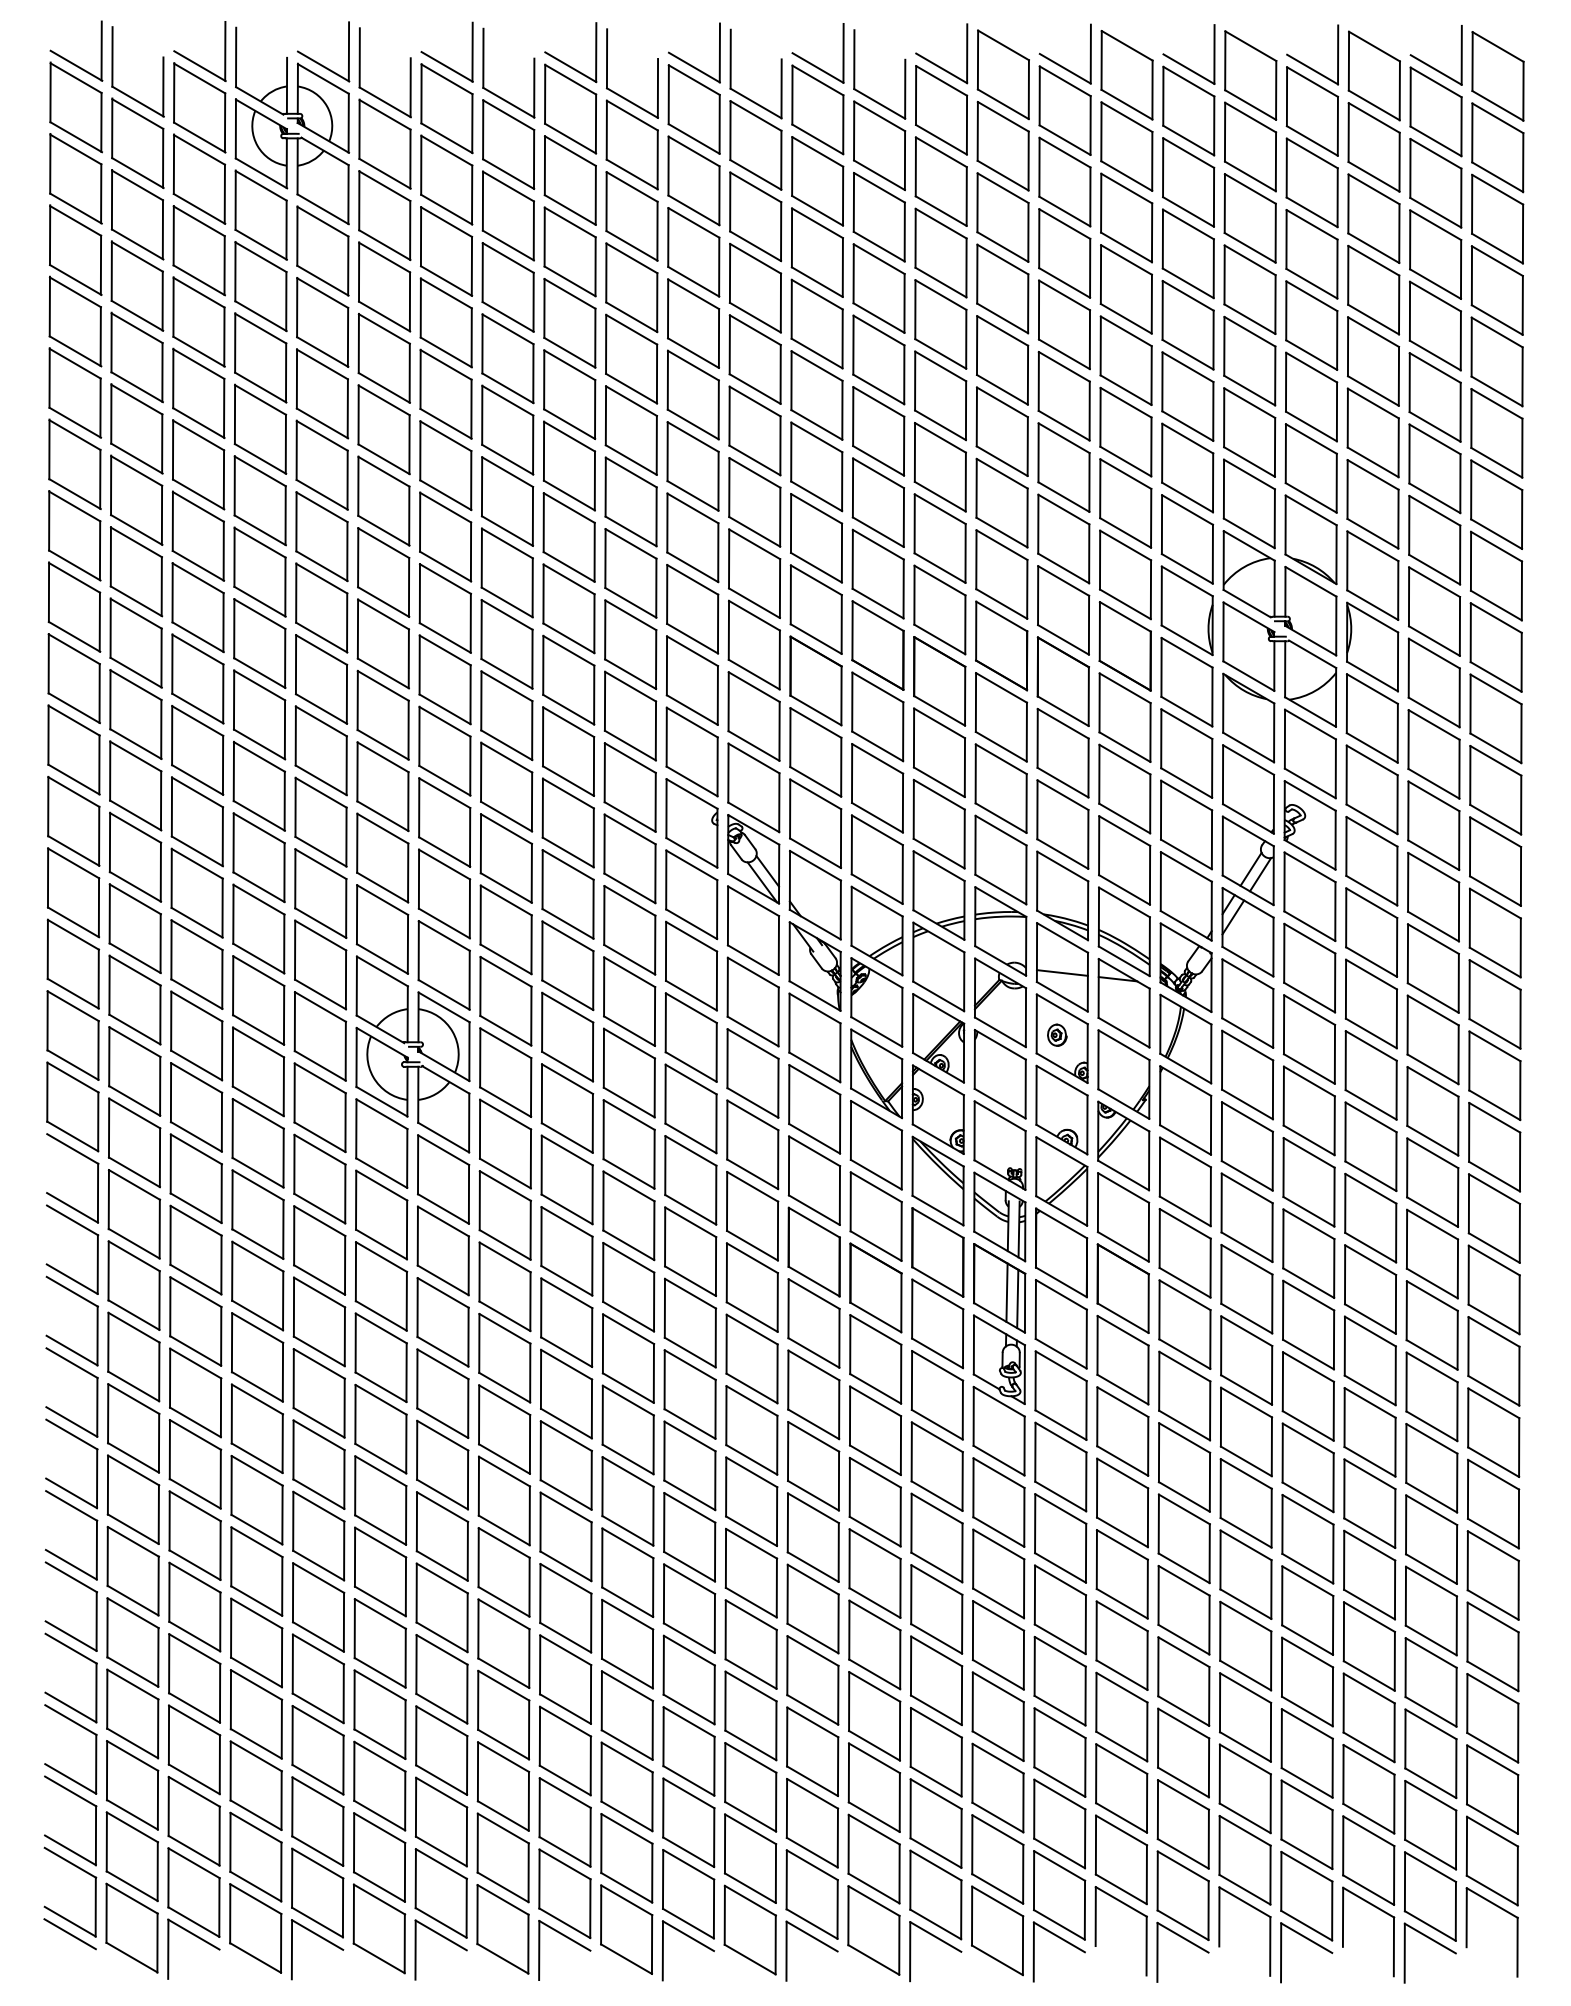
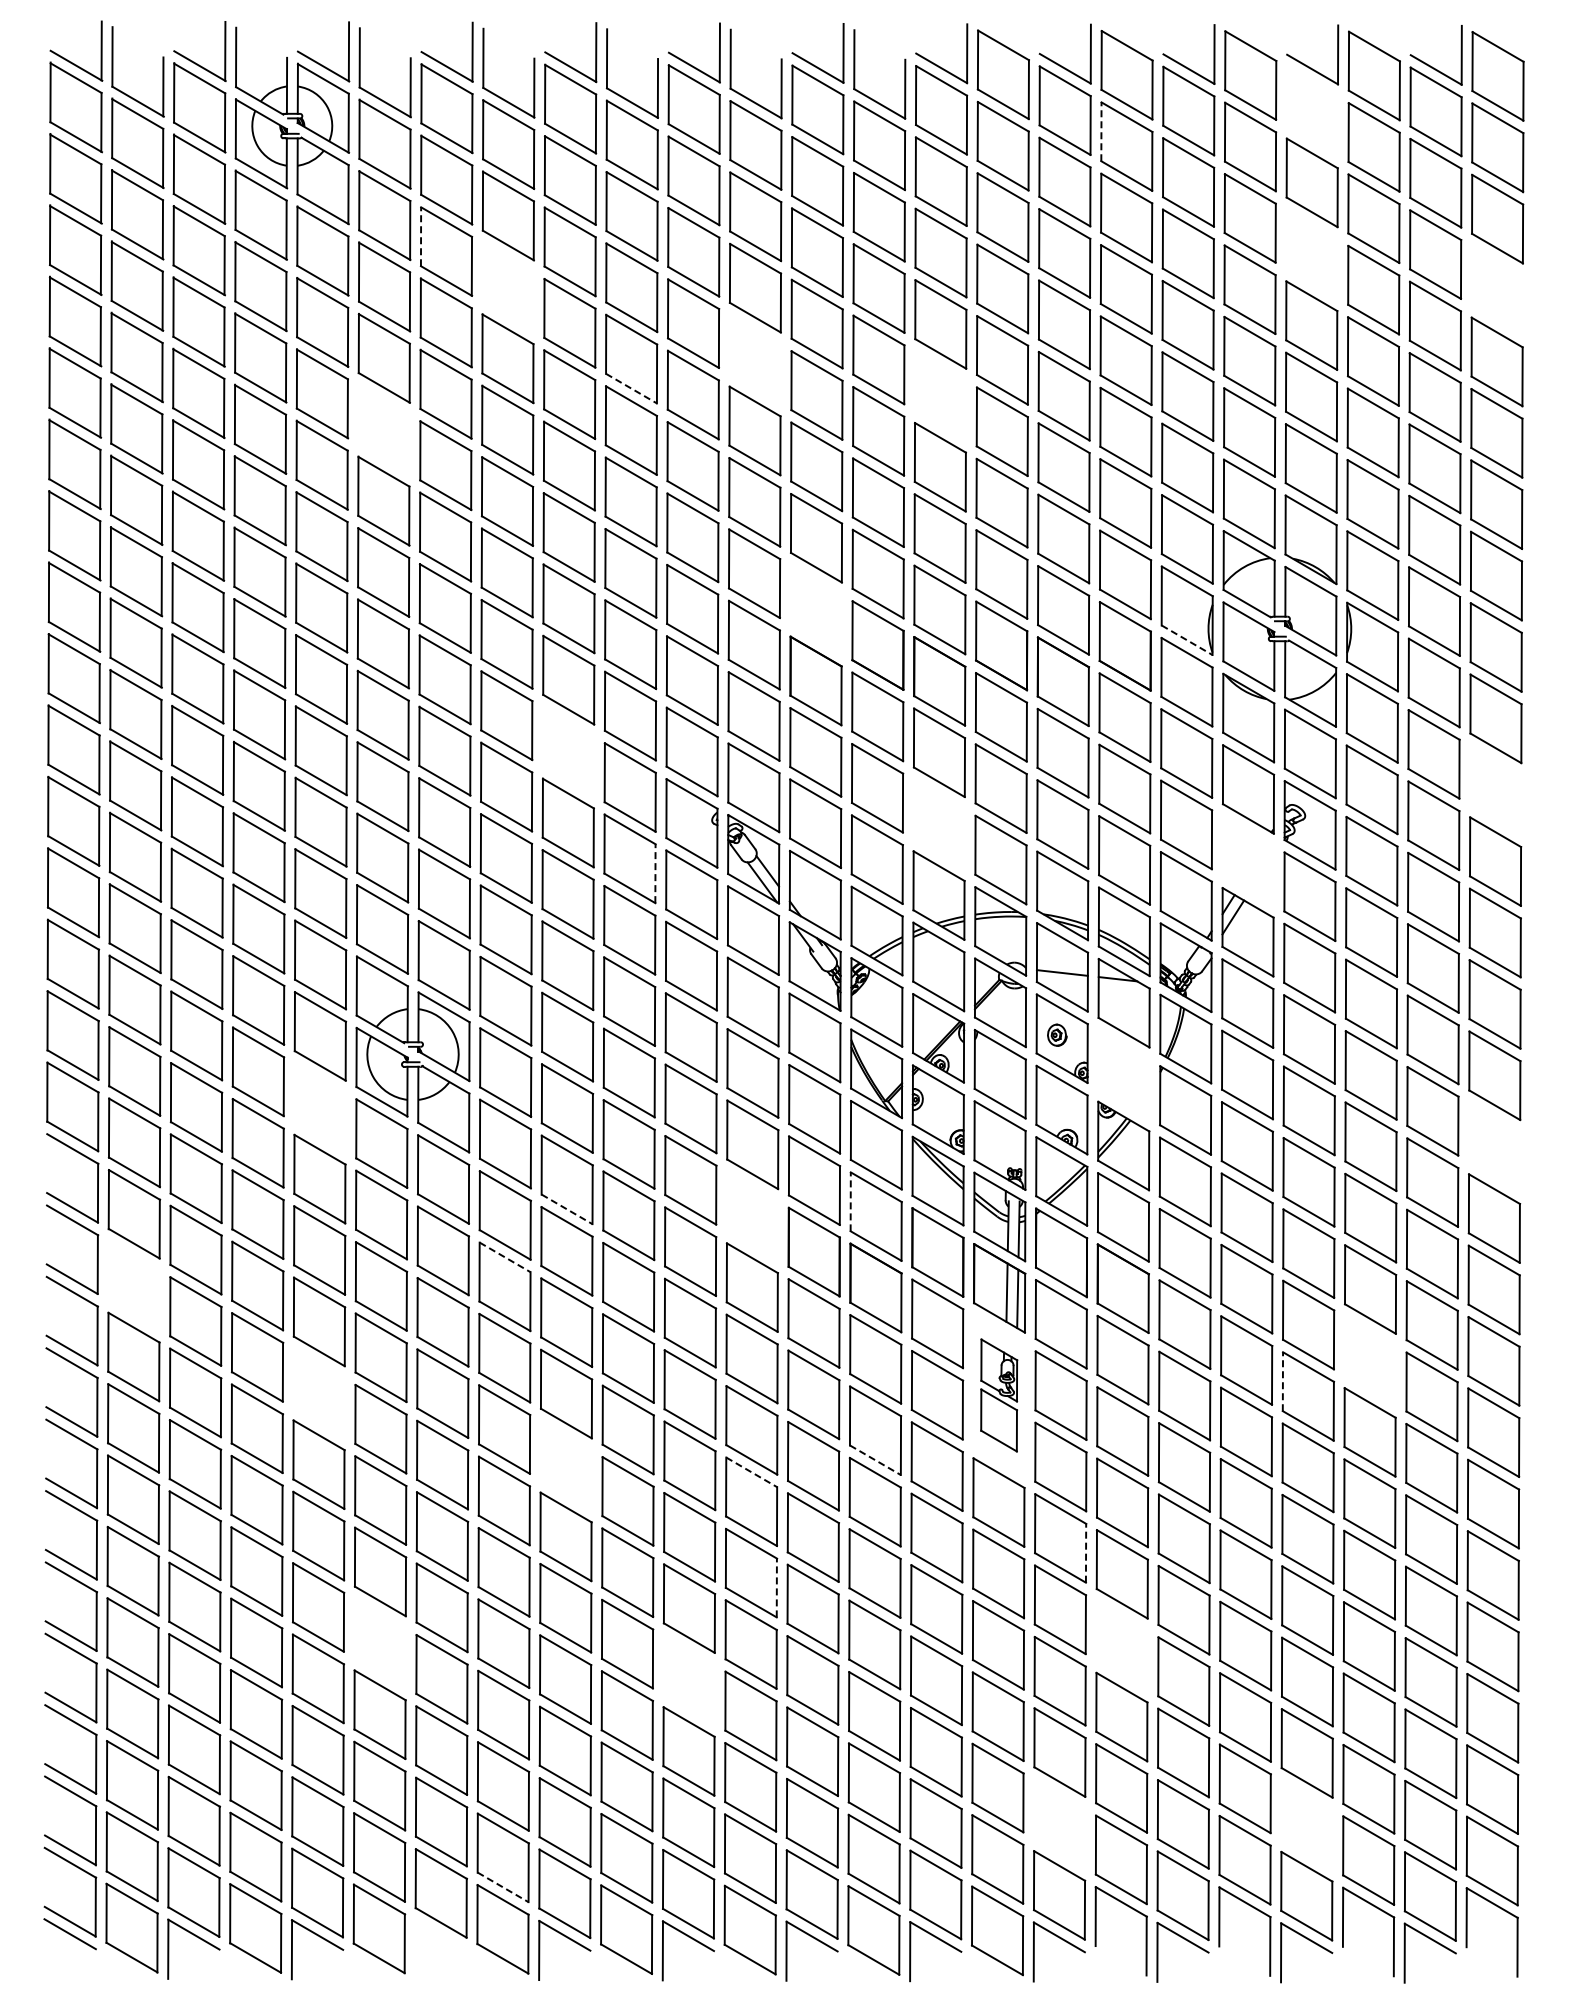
part at (1311, 111): present -> none
line at (1101, 131): solid -> dashed
line at (421, 236): solid -> dashed
part at (1311, 254): present -> none
part at (507, 287): present -> none
part at (1496, 290): present -> none
part at (754, 359): present -> none
line at (631, 388): solid -> dashed
part at (940, 395): present -> none
part at (383, 429): present -> none
part at (815, 609): present -> none
line at (1187, 640): solid -> dashed
part at (568, 751): present -> none
part at (1495, 790): present -> none
part at (938, 823): present -> none
part at (1247, 860): present -> none
line at (655, 873): solid -> dashed
part at (1123, 1074): present -> none
part at (319, 1107): present -> none
part at (1494, 1147): present -> none
line at (850, 1201): solid -> dashed
line at (567, 1209): solid -> dashed
part at (752, 1216): present -> none
line at (505, 1257): solid -> dashed
part at (133, 1285): present -> none
part at (1369, 1360): present -> none
line at (1282, 1381): solid -> dashed
part at (318, 1393): present -> none
part at (998, 1395) size: 54x163 px -> 39x115 px
line at (875, 1460): solid -> dashed
part at (565, 1465): present -> none
line at (751, 1472): solid -> dashed
line at (1086, 1552): solid -> dashed
line at (776, 1587): solid -> dashed
part at (379, 1643): present -> none
part at (1121, 1645): present -> none
part at (688, 1679): present -> none
part at (1059, 1823): present -> none
part at (1306, 1824): present -> none
line at (503, 1887): solid -> dashed
part at (447, 1940): present -> none
